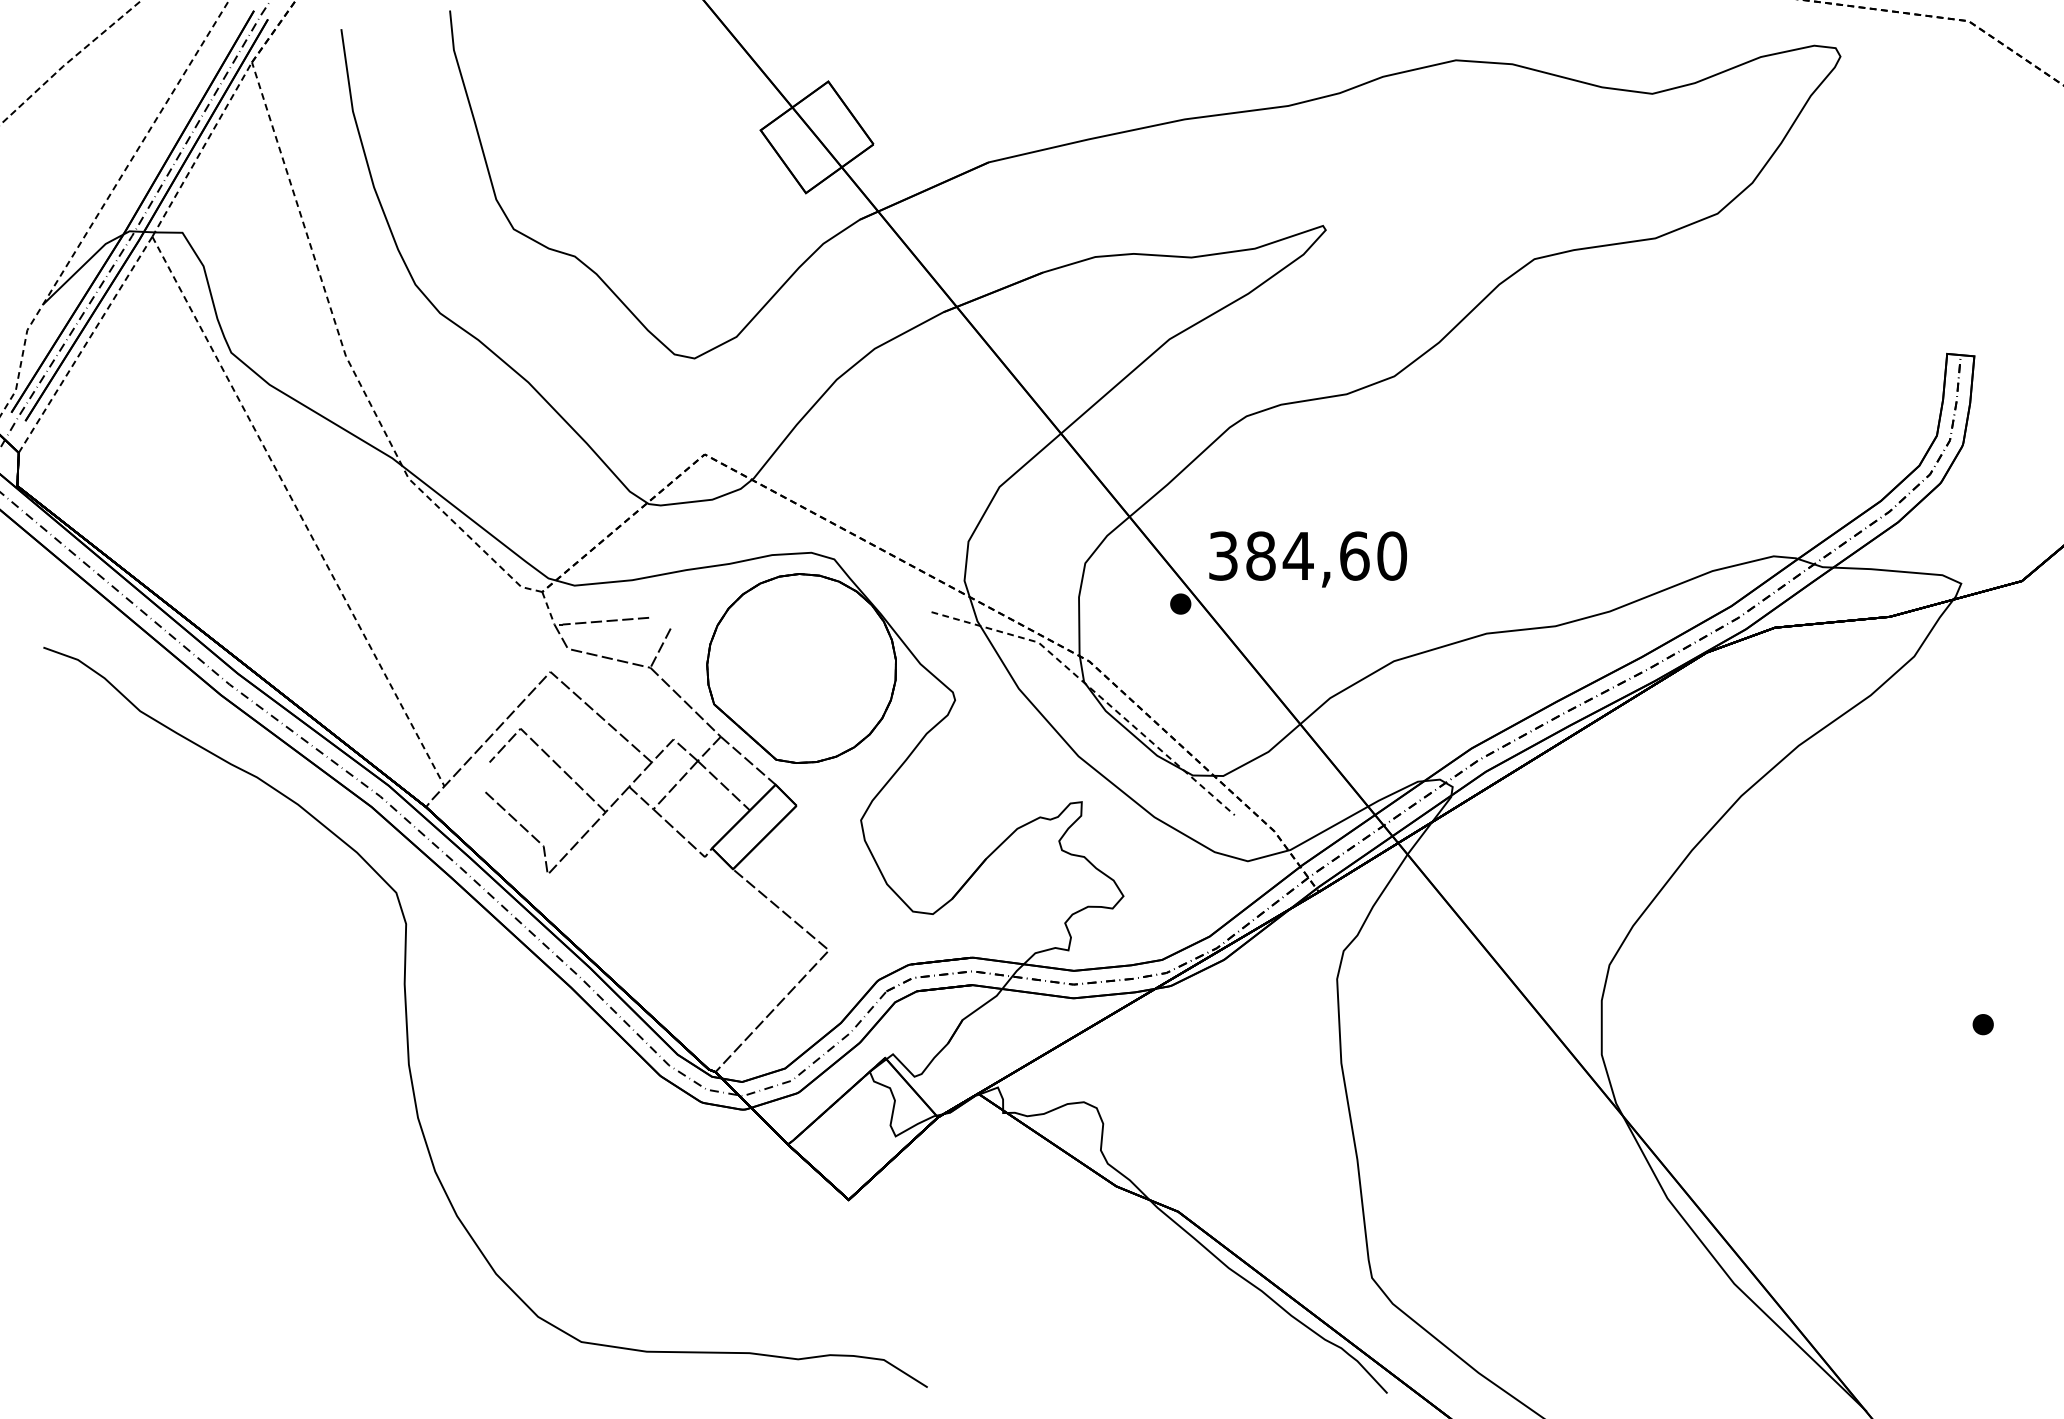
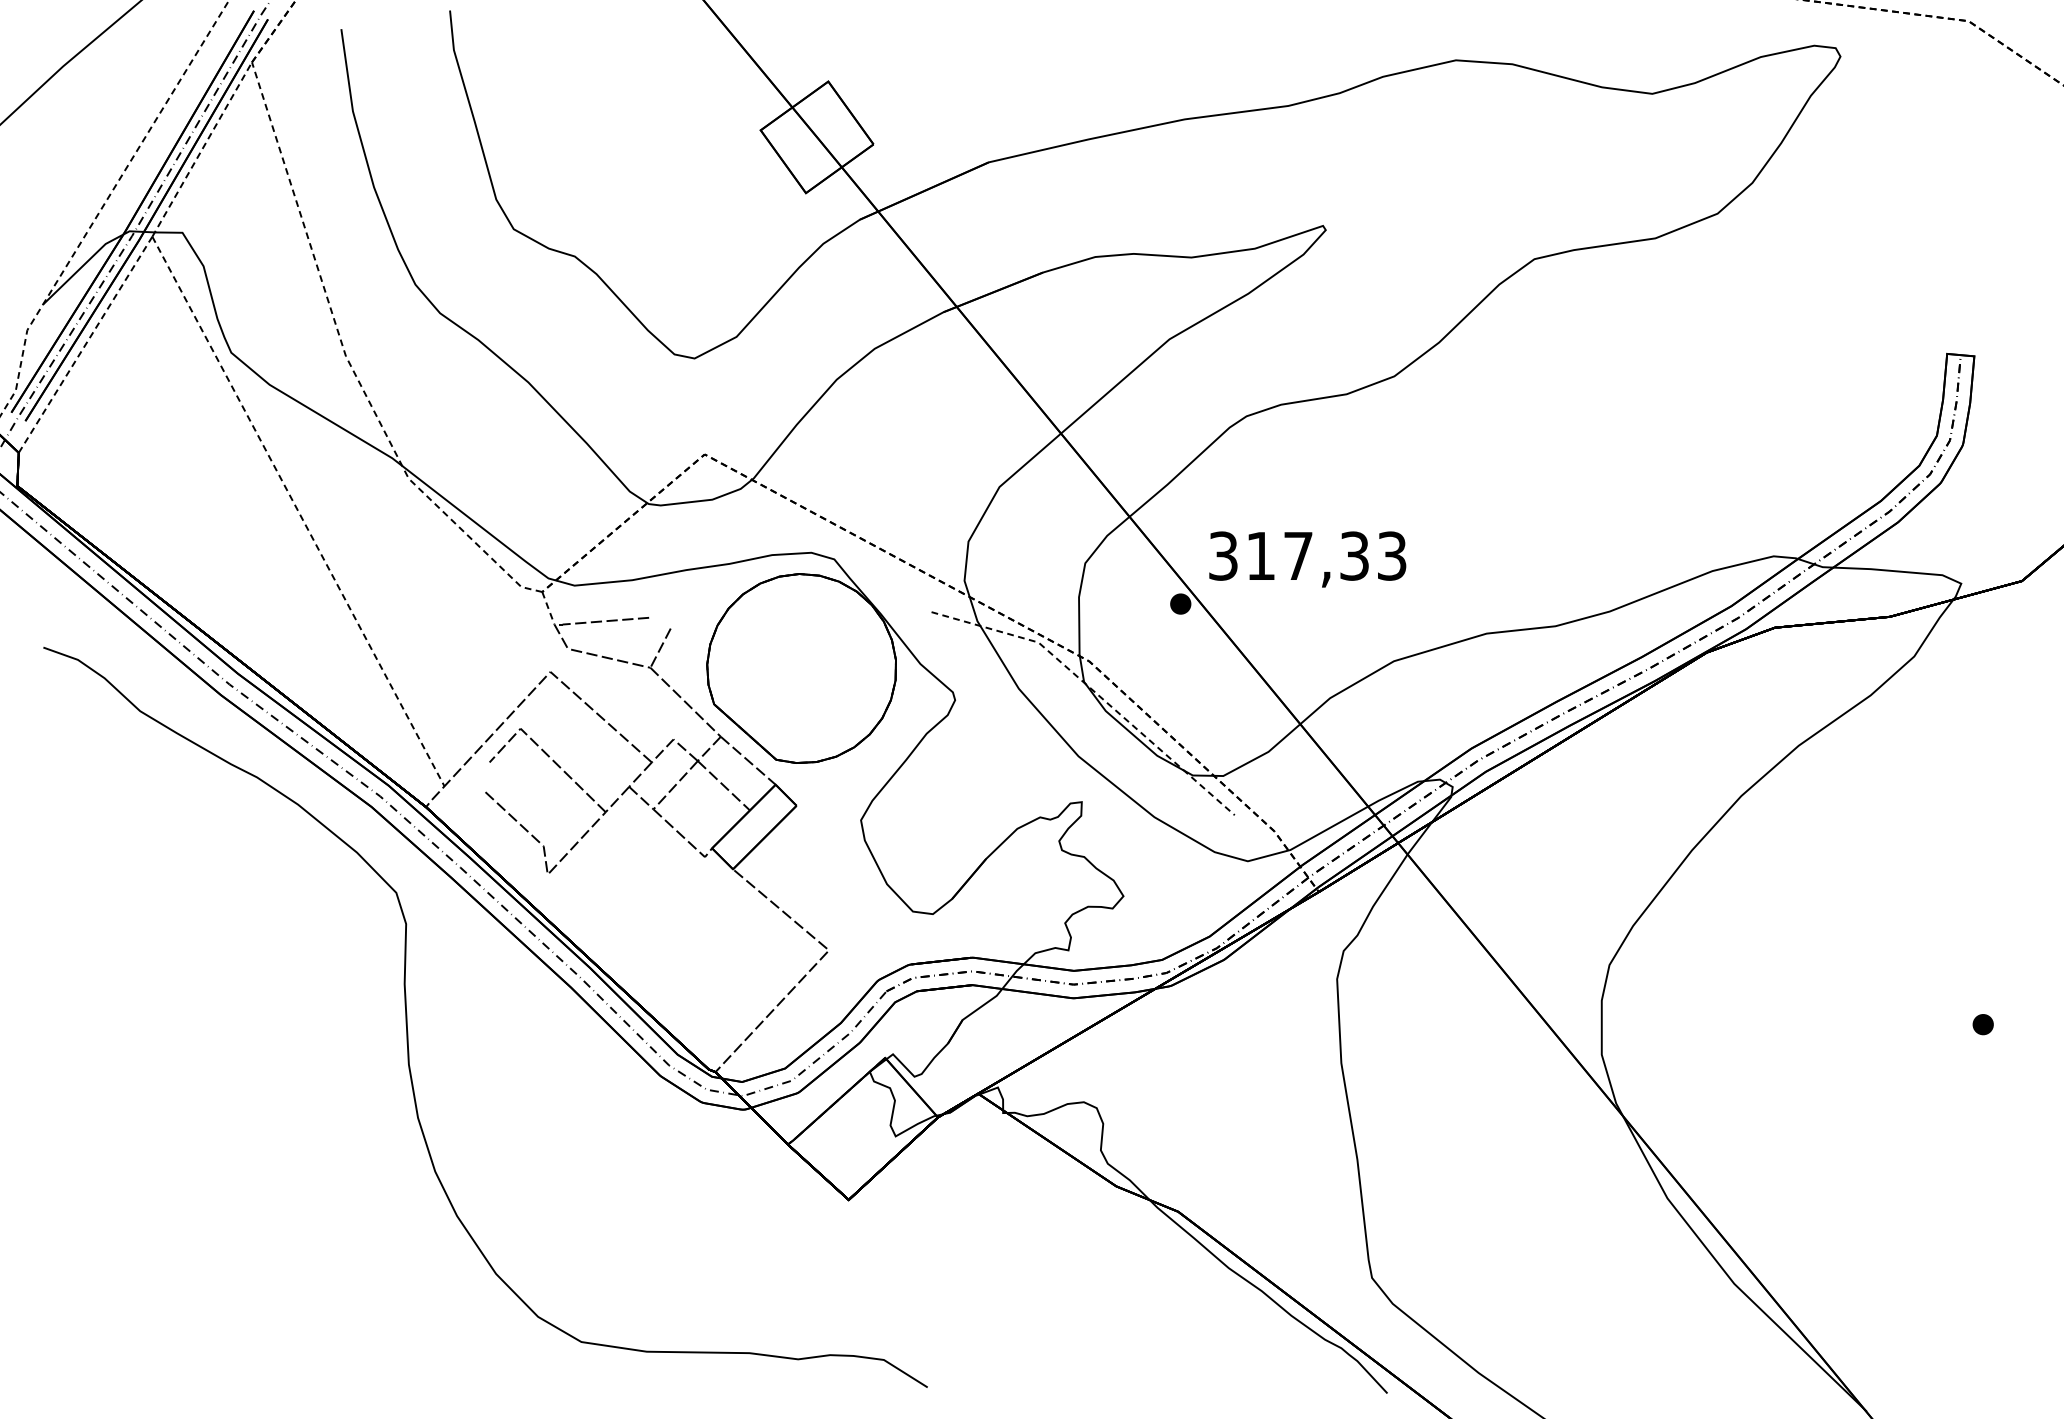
line at (69, 61): dashed -> solid
text at (1326, 555): 384,60 -> 317,33
